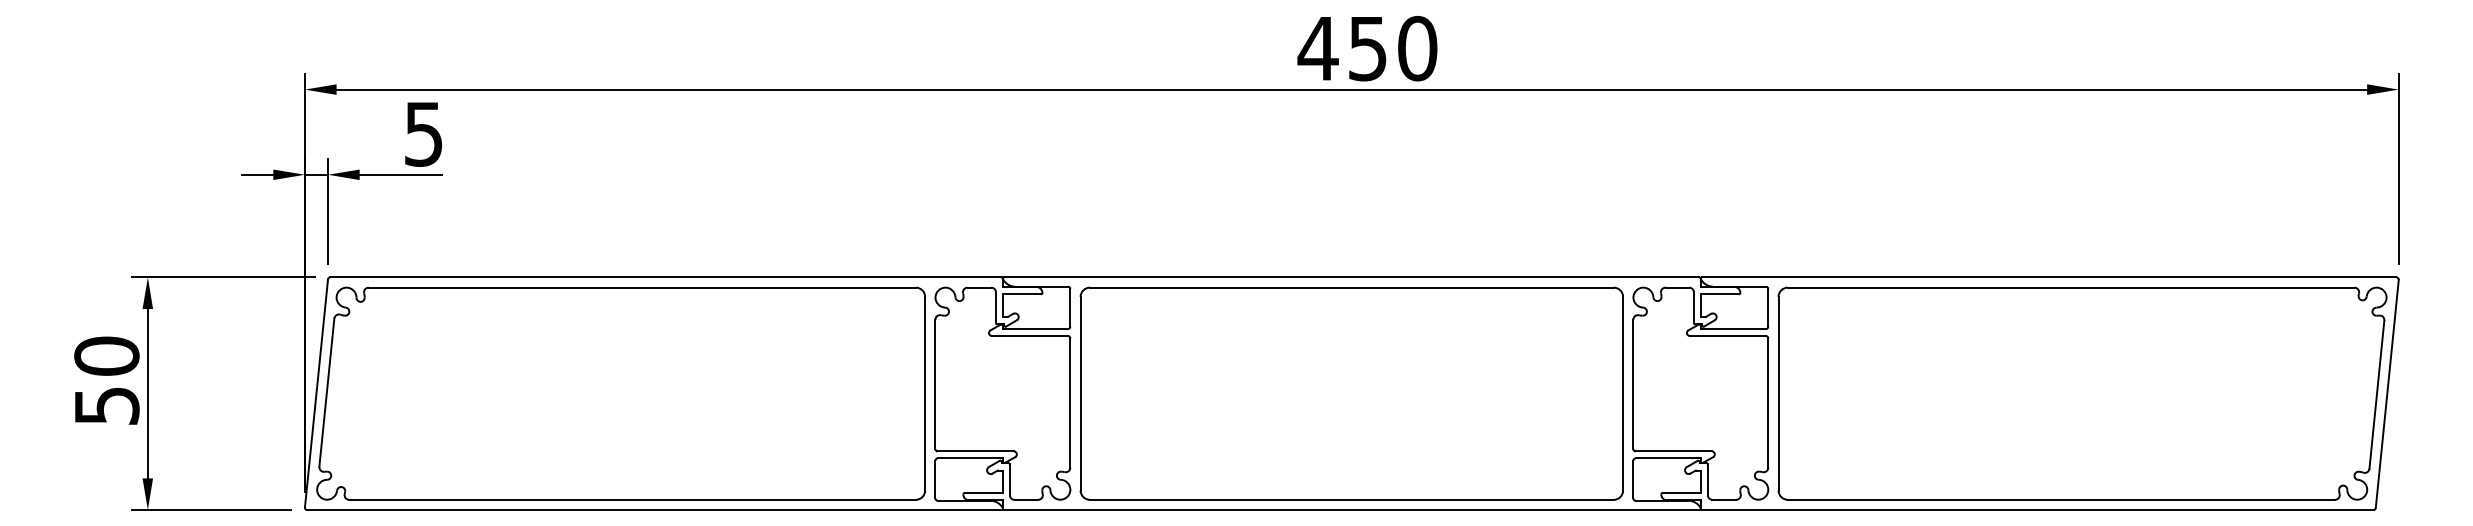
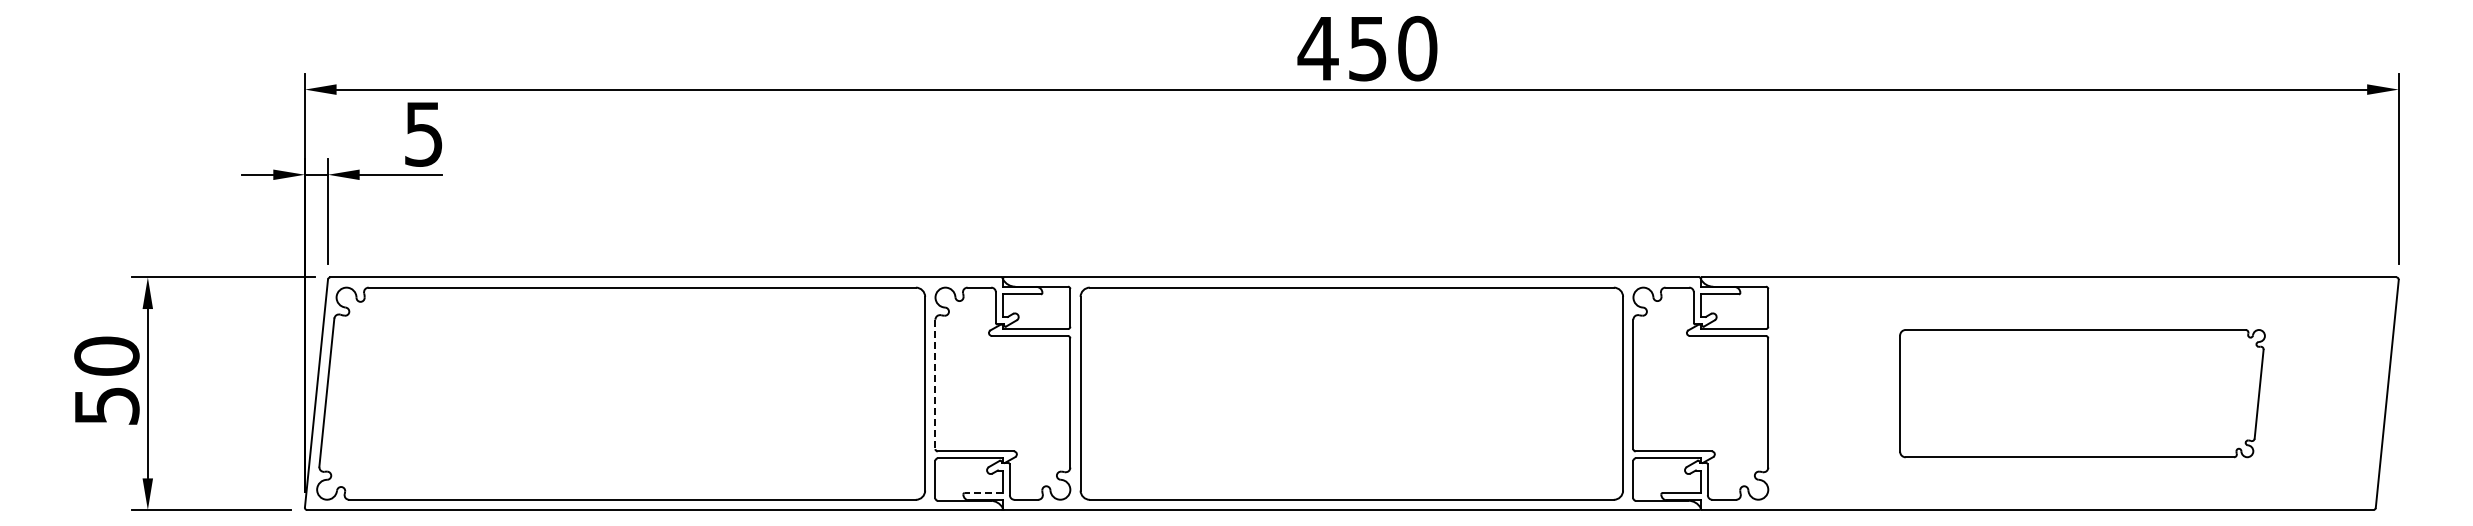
line at (935, 384): solid -> dashed
part at (2082, 393) size: 611x215 px -> 367x130 px
line at (983, 493): solid -> dashed
